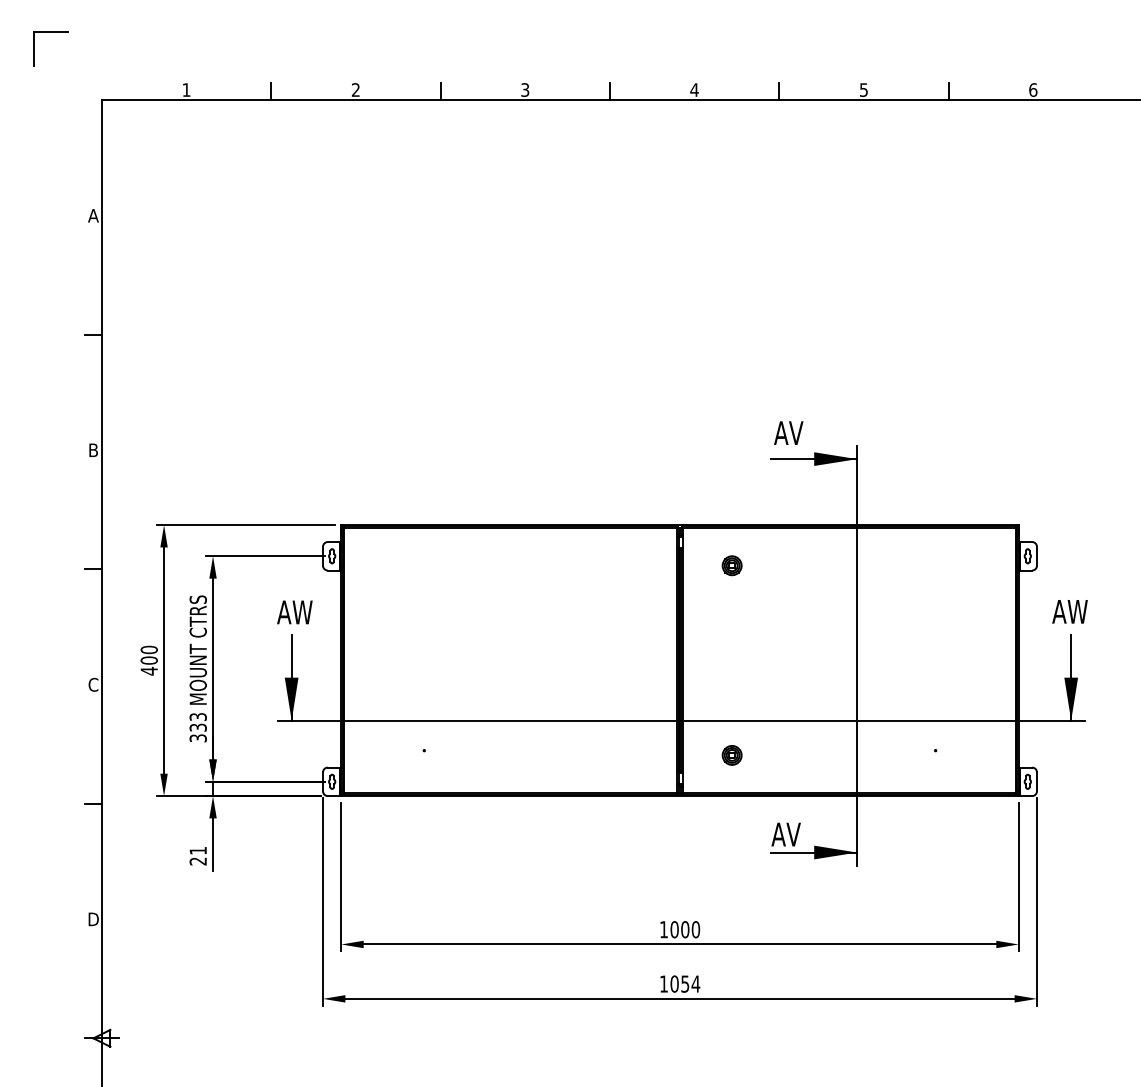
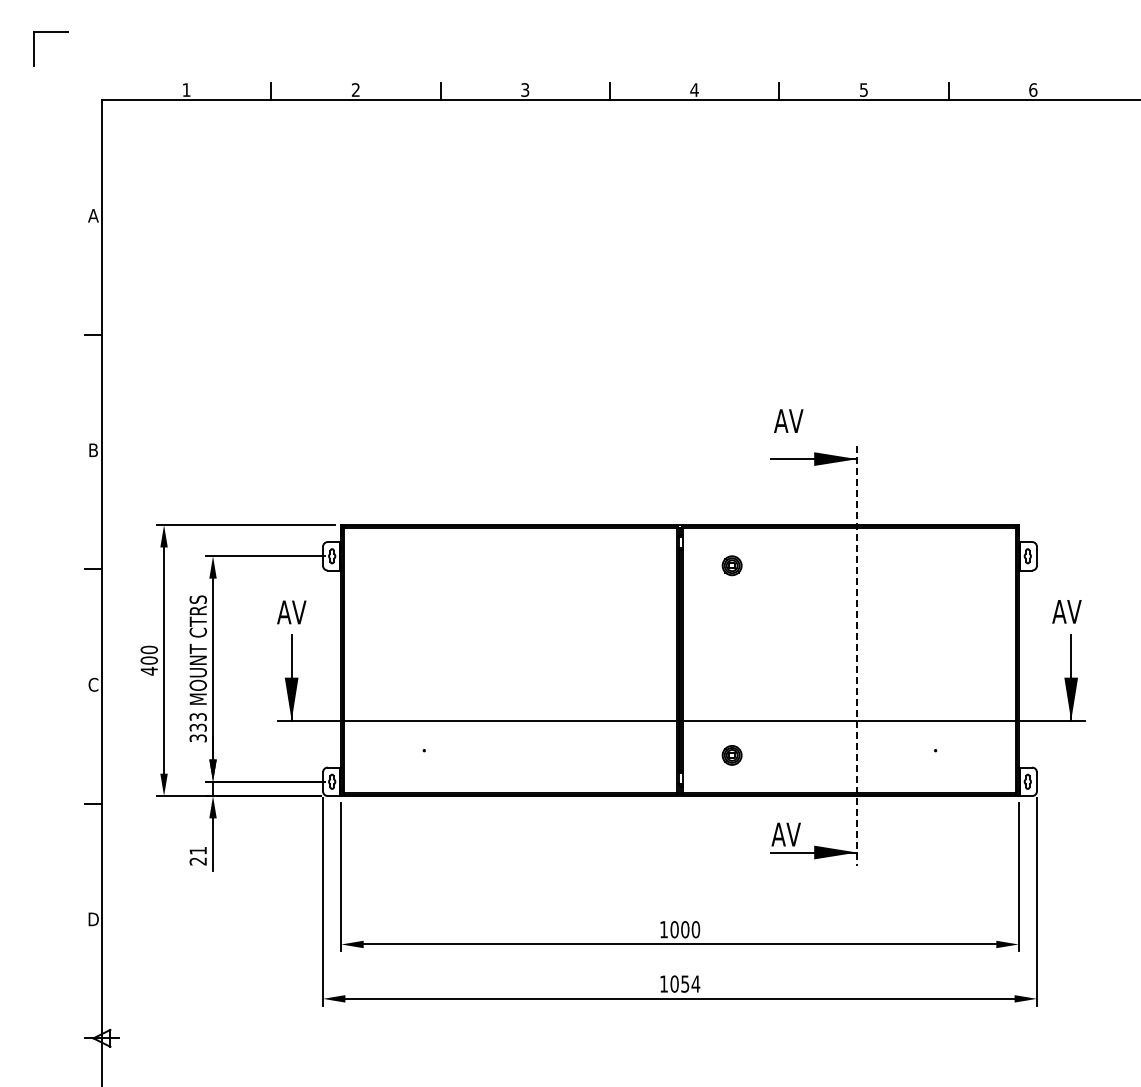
text at (788, 432) position: (788, 432) -> (788, 420)
text at (1077, 611): AW -> AV
text at (302, 612): AW -> AV
line at (857, 656): solid -> dashed
